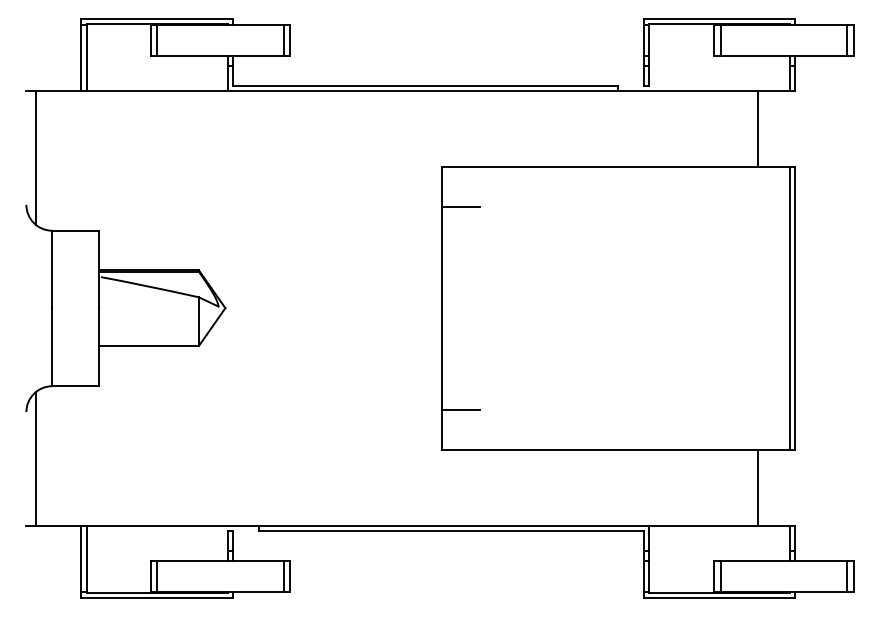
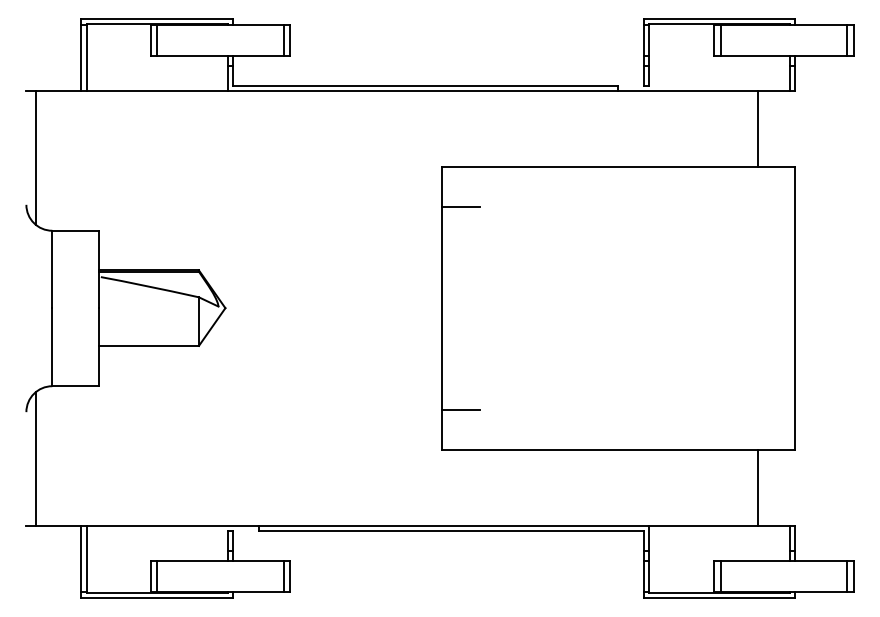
line at (790, 308): present -> none
